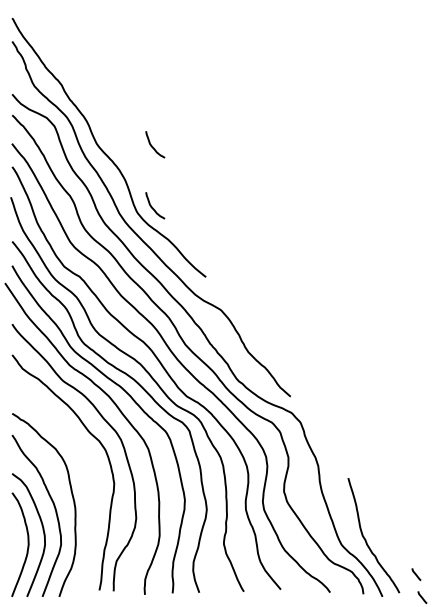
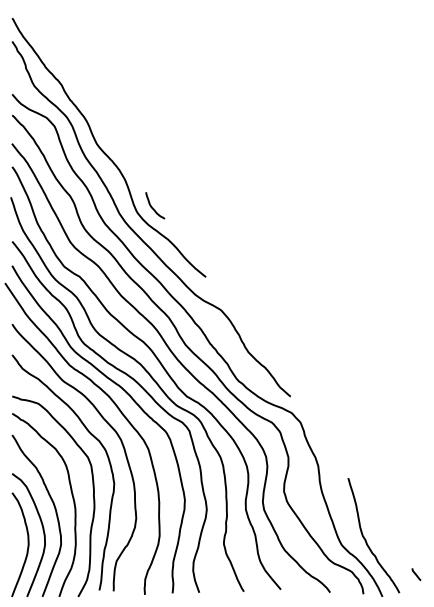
curve at (153, 146): present -> none
curve at (92, 487): none -> present
line at (422, 597): present -> none
